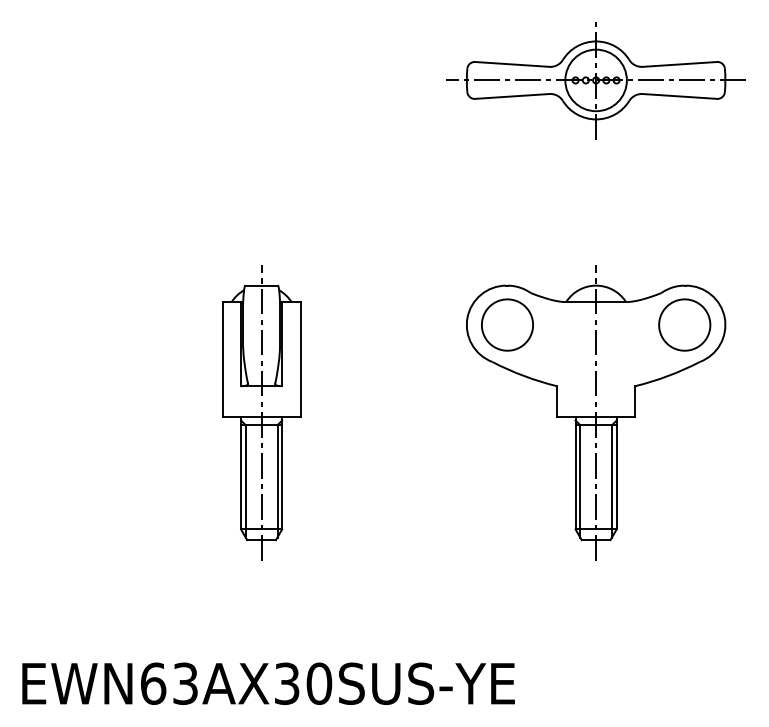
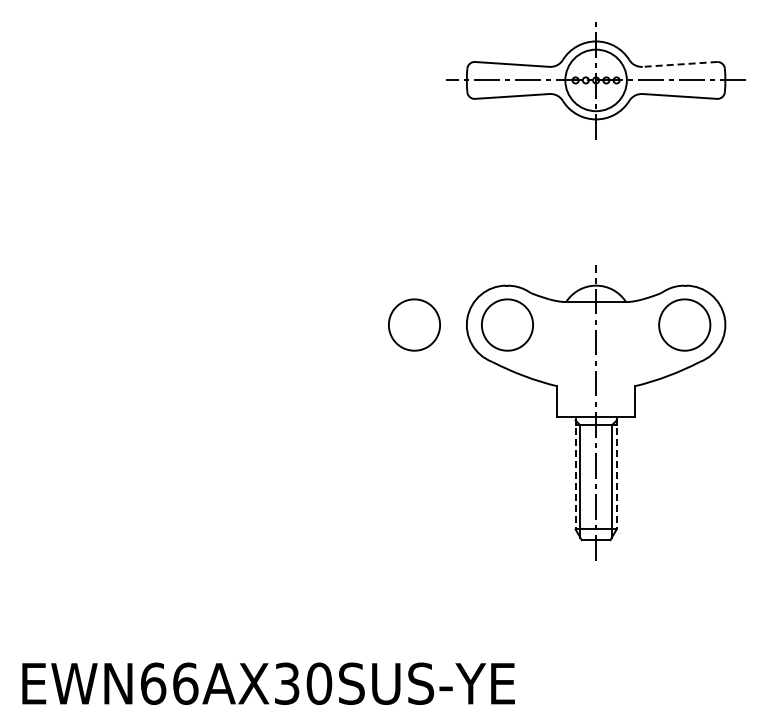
line at (679, 64): solid -> dashed
part at (414, 324): none -> present
part at (261, 412): present -> none
line at (575, 473): solid -> dashed
line at (616, 473): solid -> dashed
text at (185, 683): EWN63AX30SUS-YE -> EWN66AX30SUS-YE
